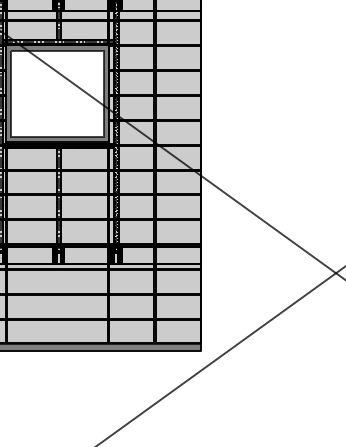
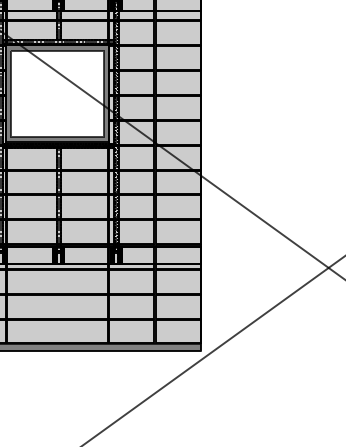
line at (220, 355) position: (220, 355) -> (213, 350)
